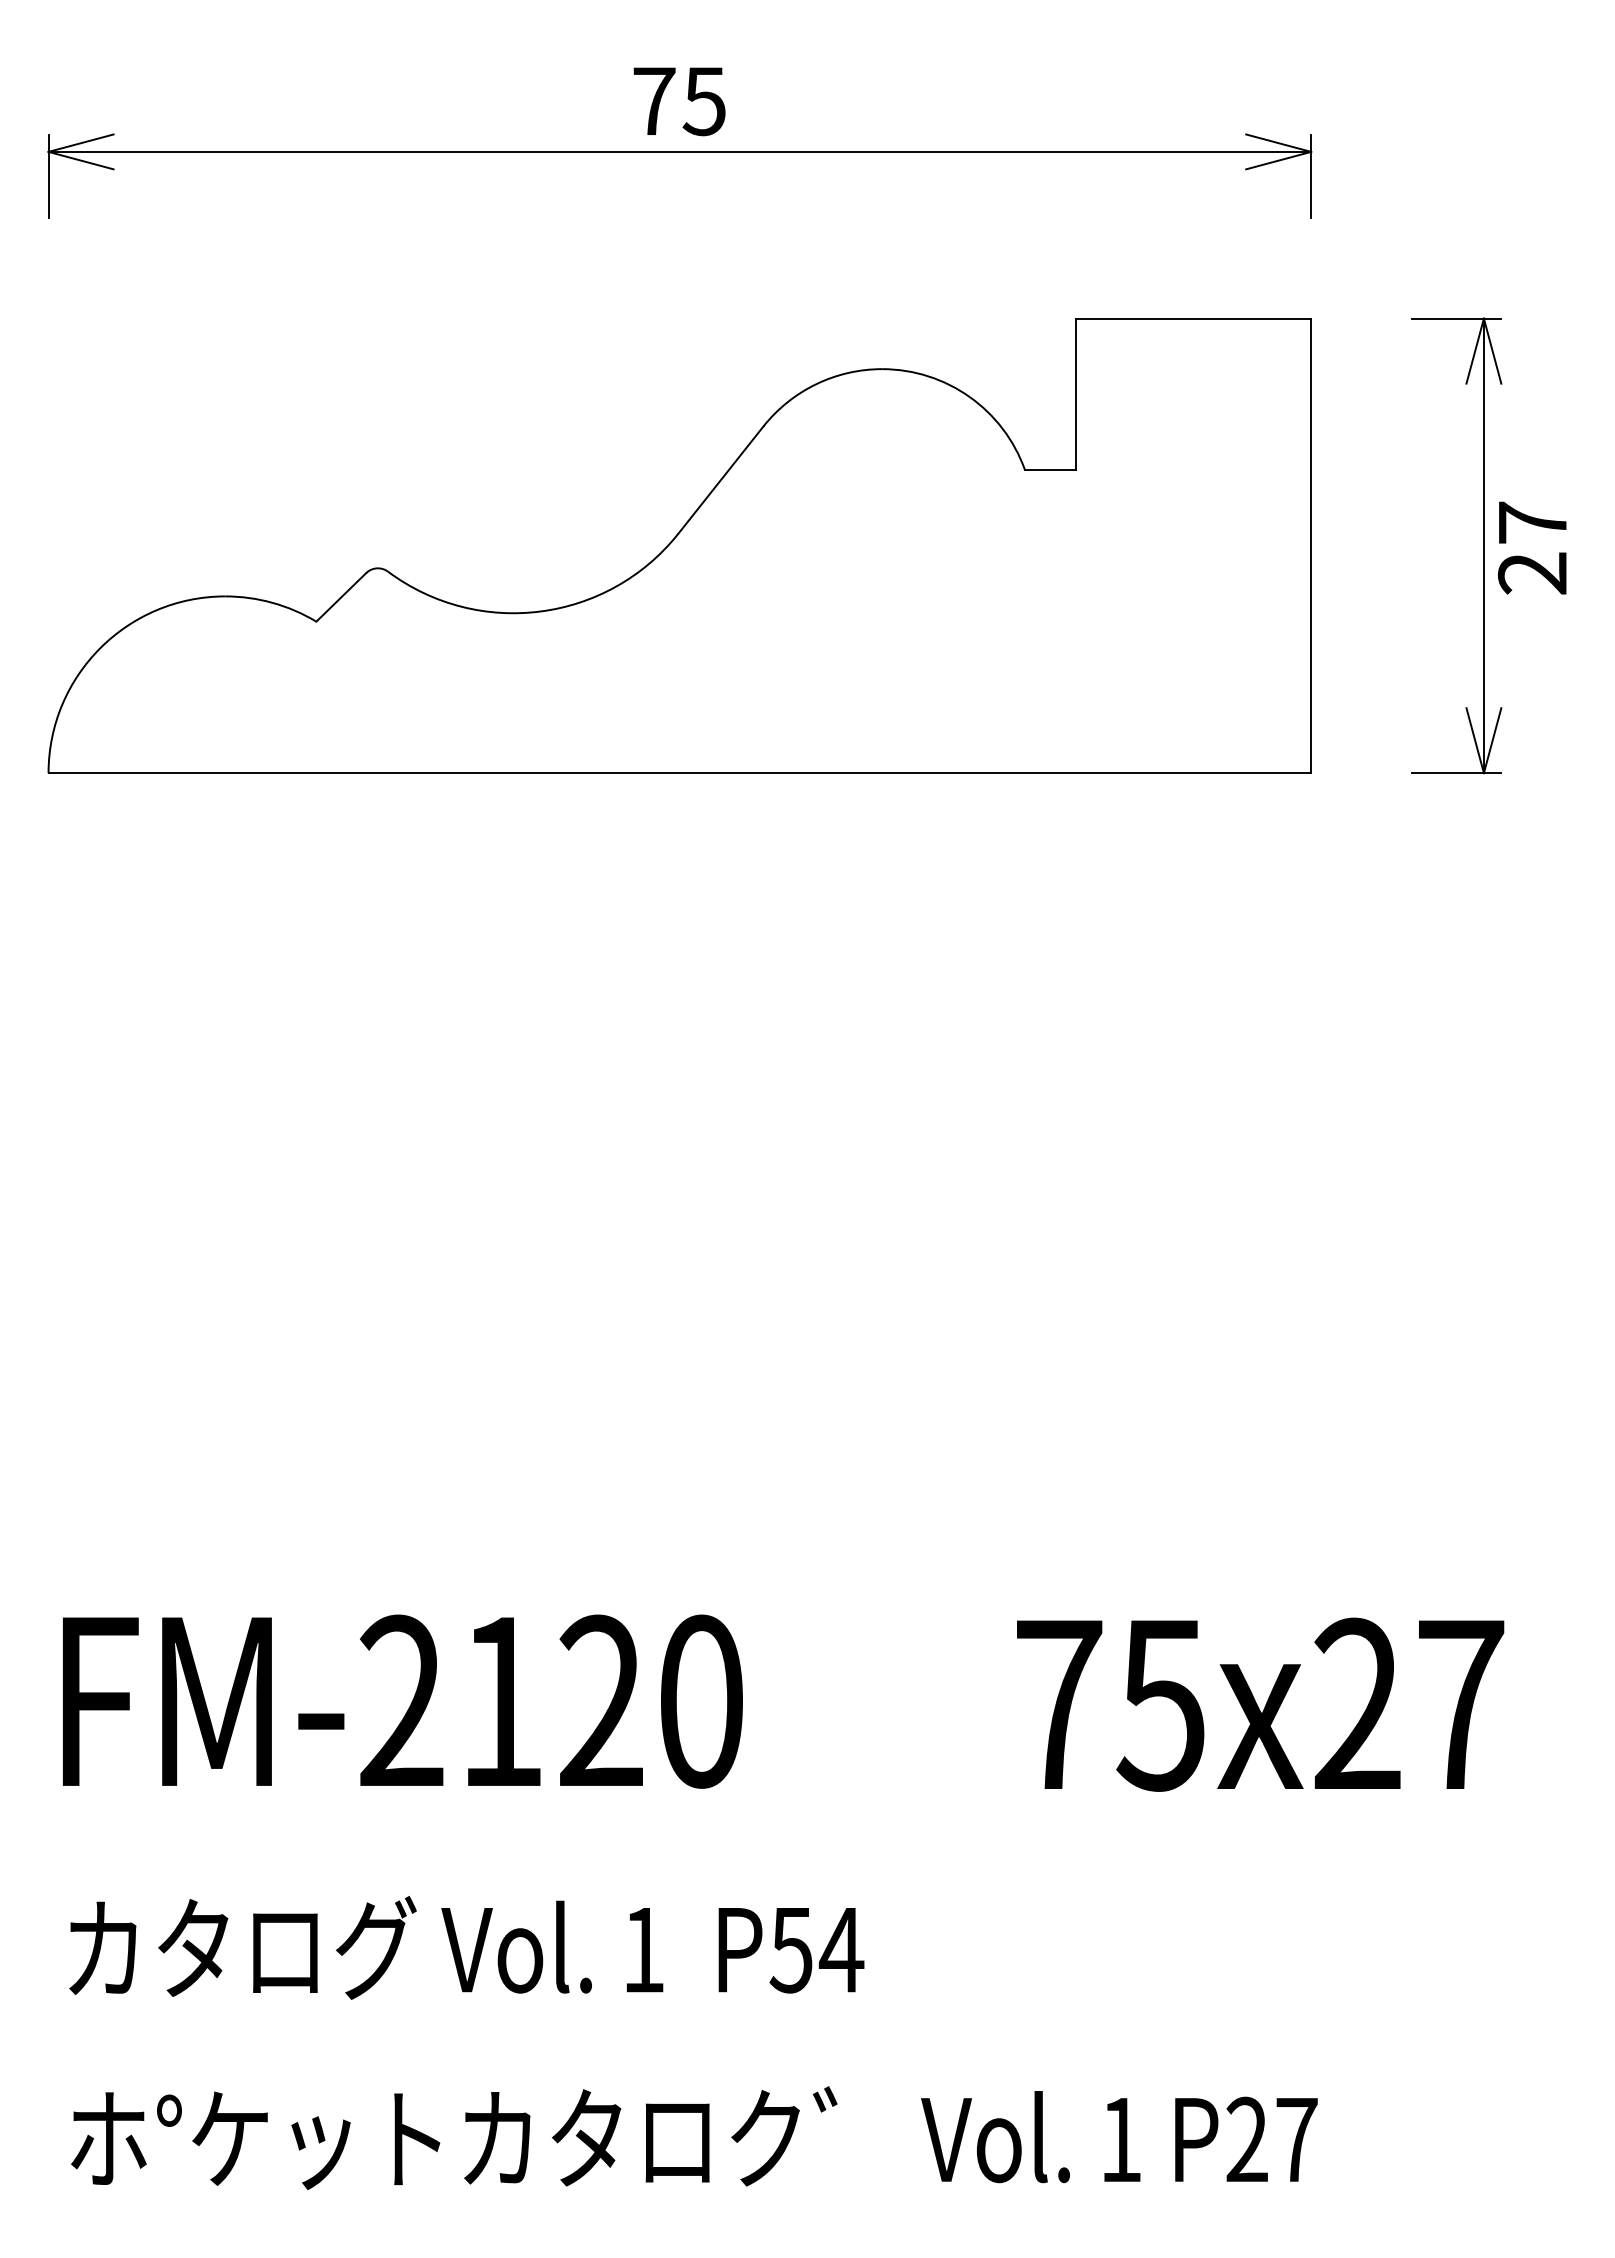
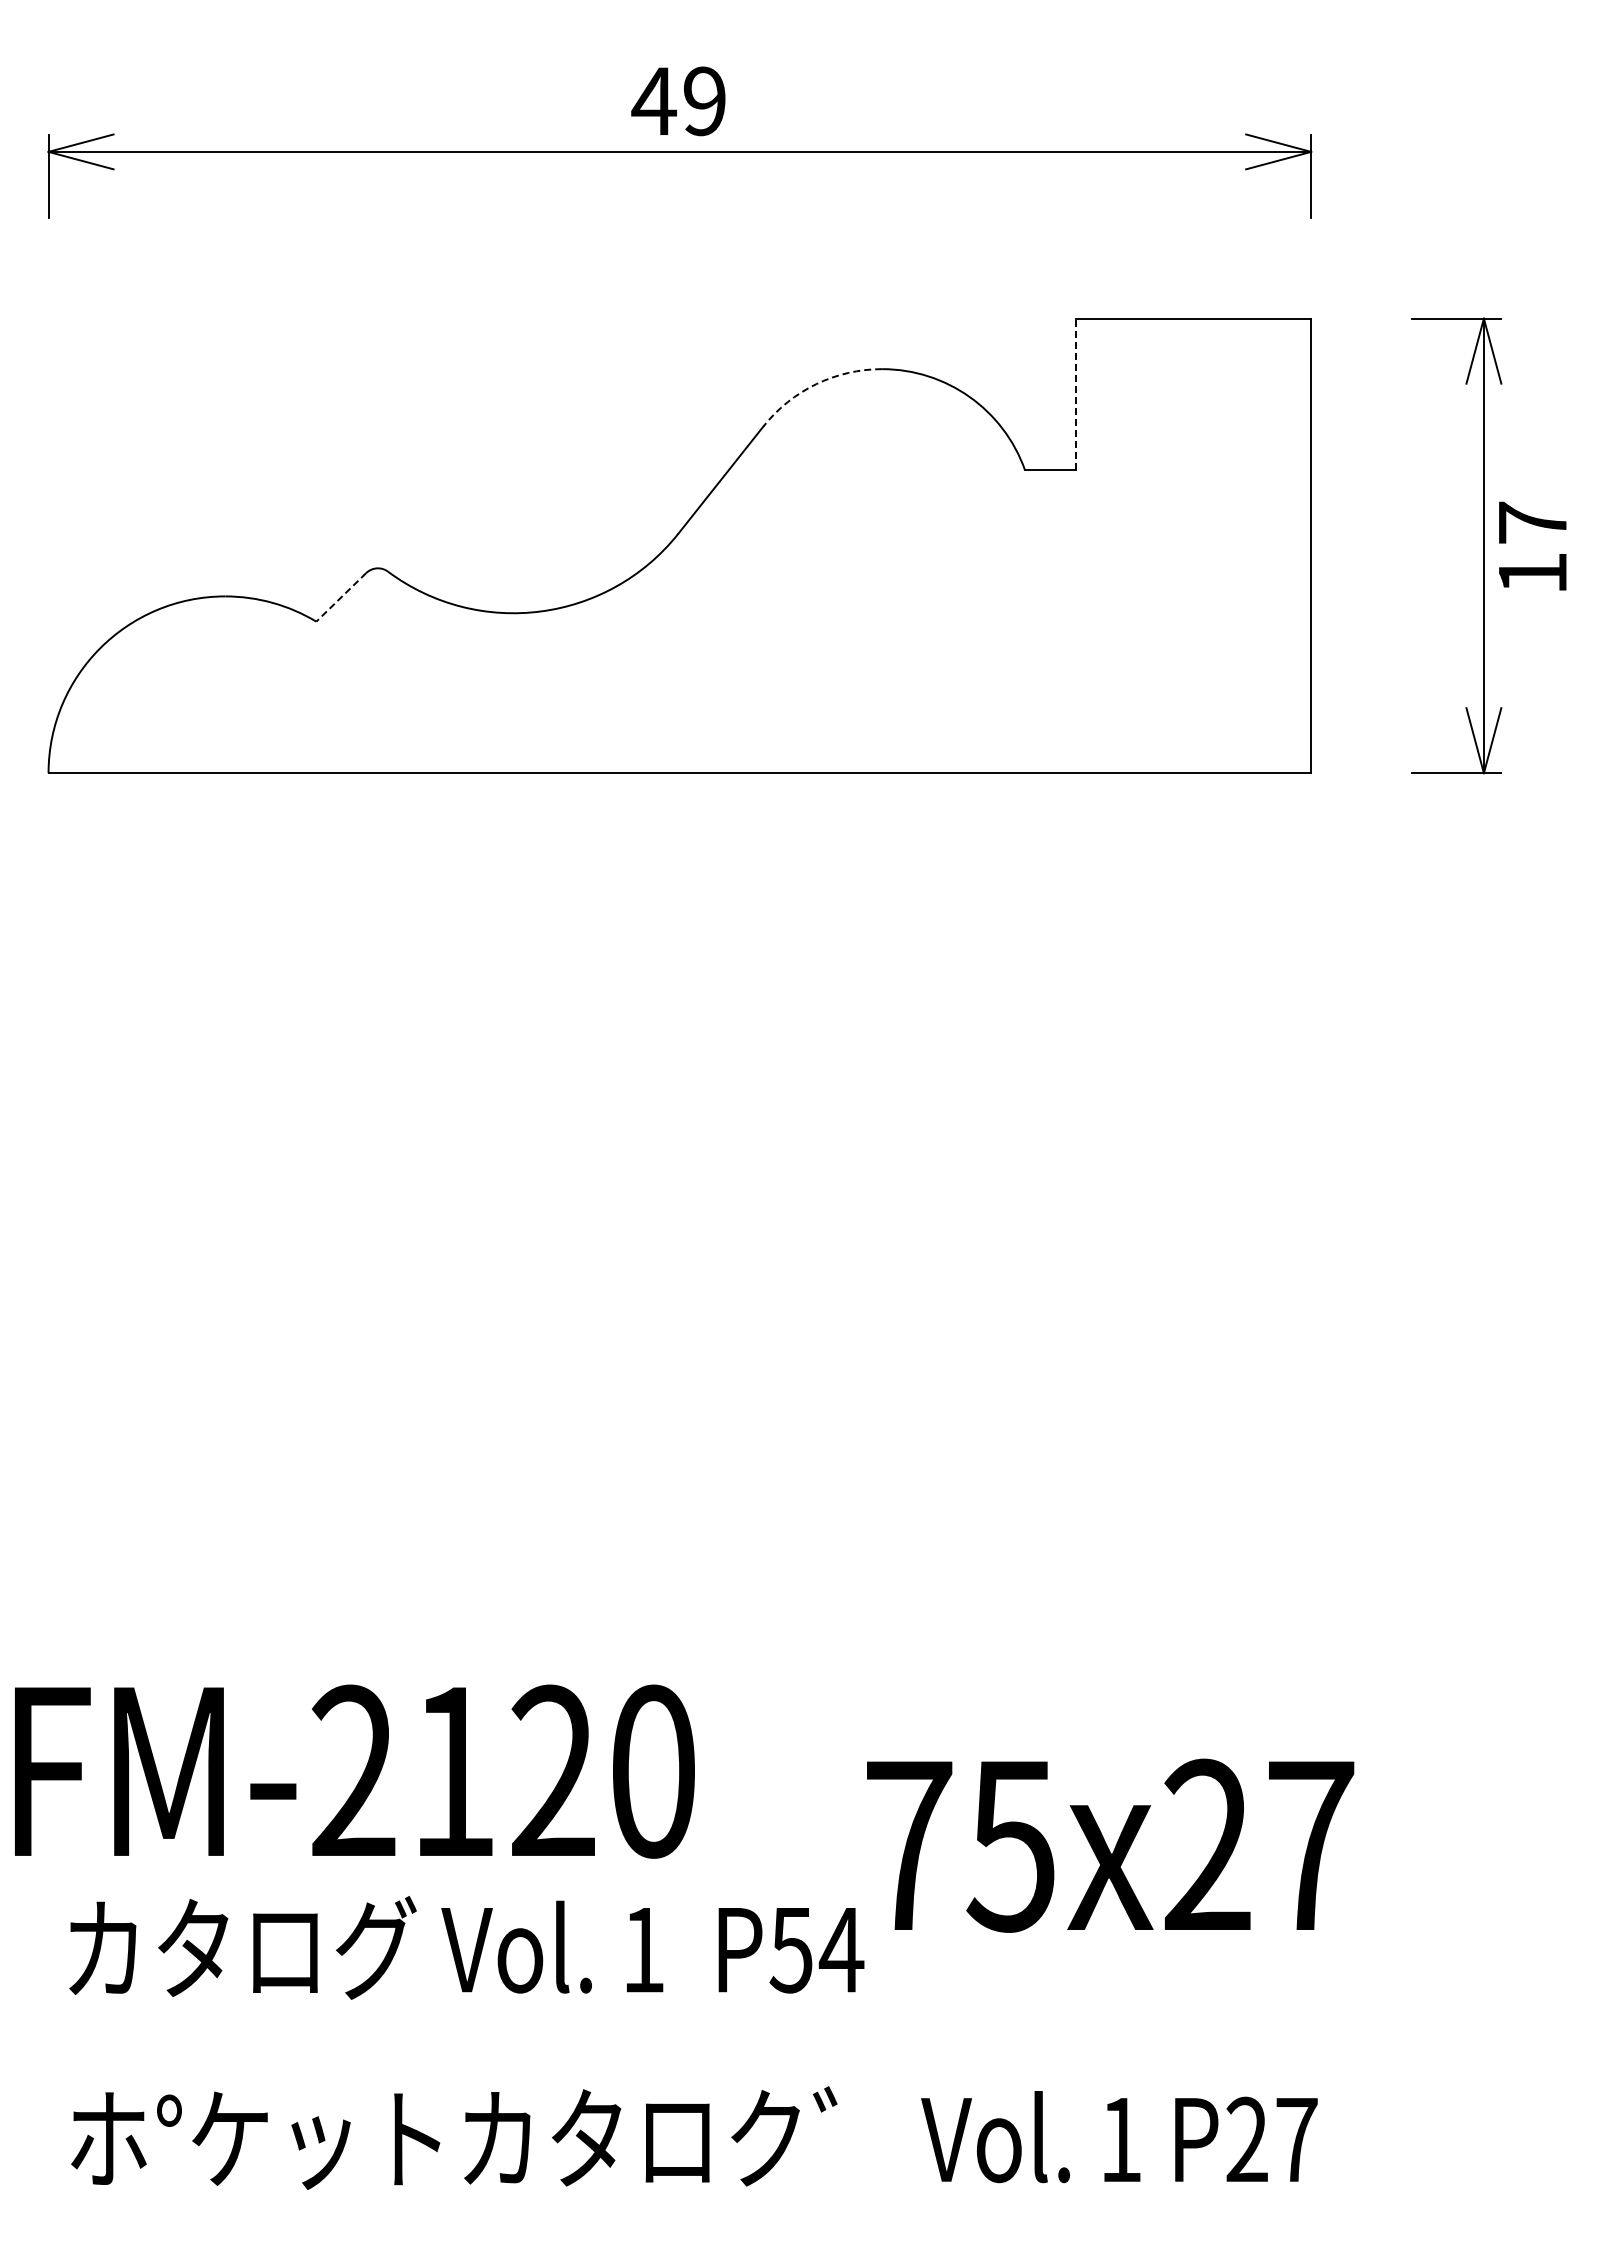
text at (678, 101): 75 -> 49
arc at (816, 384): solid -> dashed
line at (1075, 394): solid -> dashed
text at (1532, 573): 27 -> 17
line at (341, 597): solid -> dashed
text at (402, 1701) position: (402, 1701) -> (354, 1771)
text at (1260, 1704) position: (1260, 1704) -> (1110, 1845)
